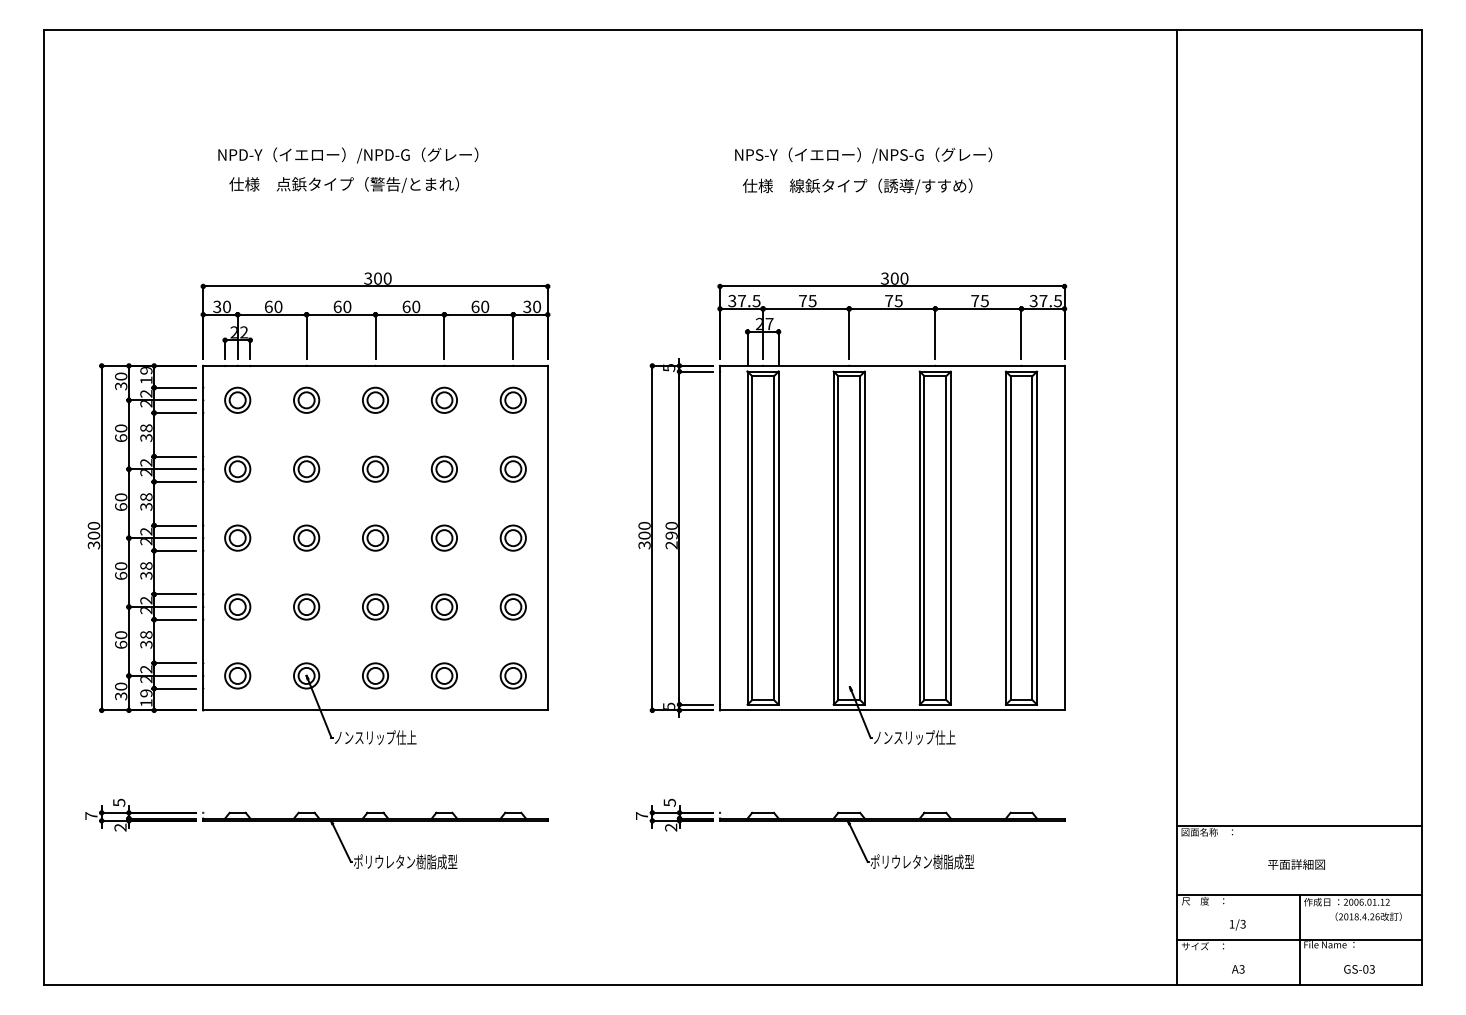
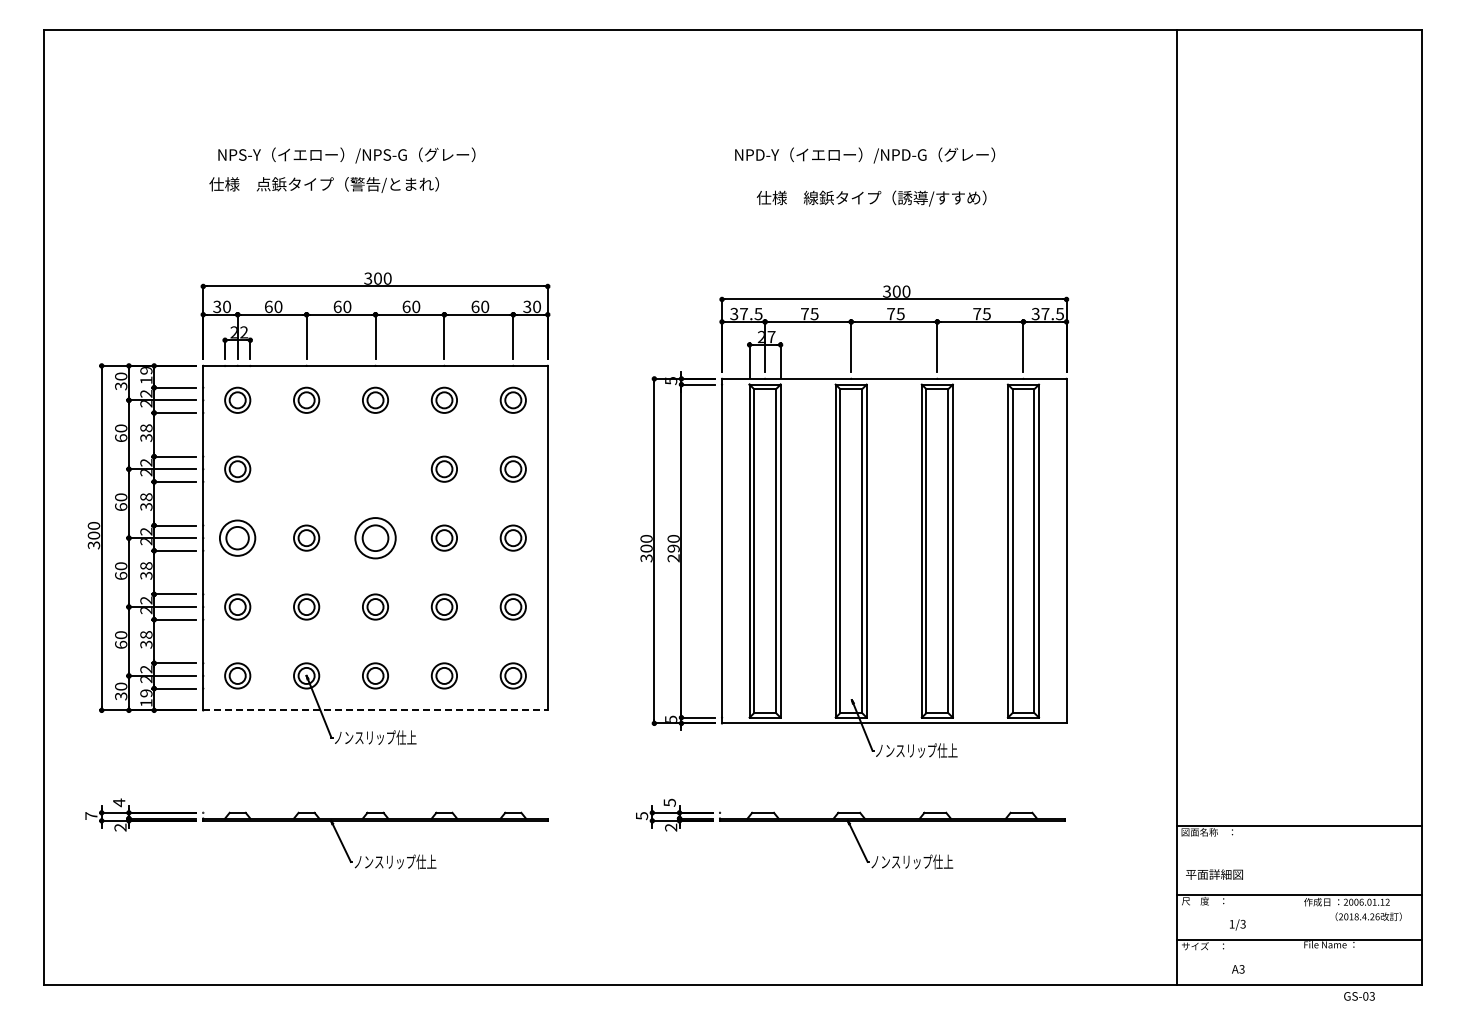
text at (358, 155): NPD-Y（イエロー）/NPD-G（グレー） -> NPS-Y（イエロー）/NPS-G（グレー）
text at (875, 155): NPS-Y（イエロー）/NPS-G（グレー） -> NPD-Y（イエロー）/NPD-G（グレー）
text at (343, 184) position: (343, 184) -> (323, 184)
text at (857, 186) position: (857, 186) -> (871, 198)
part at (306, 468): present -> none
part at (375, 468): present -> none
part at (852, 508) position: (852, 508) -> (854, 521)
part at (237, 537) size: 28x28 px -> 38x38 px
part at (375, 537) size: 27x28 px -> 43x43 px
line at (376, 710): solid -> dashed
text at (119, 802): 5 -> 4
text at (642, 816): 7 -> 5
text at (405, 861): ポリウレタン樹脂成型 -> ノンスリップ仕上
text at (922, 861): ポリウレタン樹脂成型 -> ノンスリップ仕上
text at (1296, 864) position: (1296, 864) -> (1214, 874)
line at (1299, 939): present -> none
text at (1359, 969) position: (1359, 969) -> (1359, 996)
